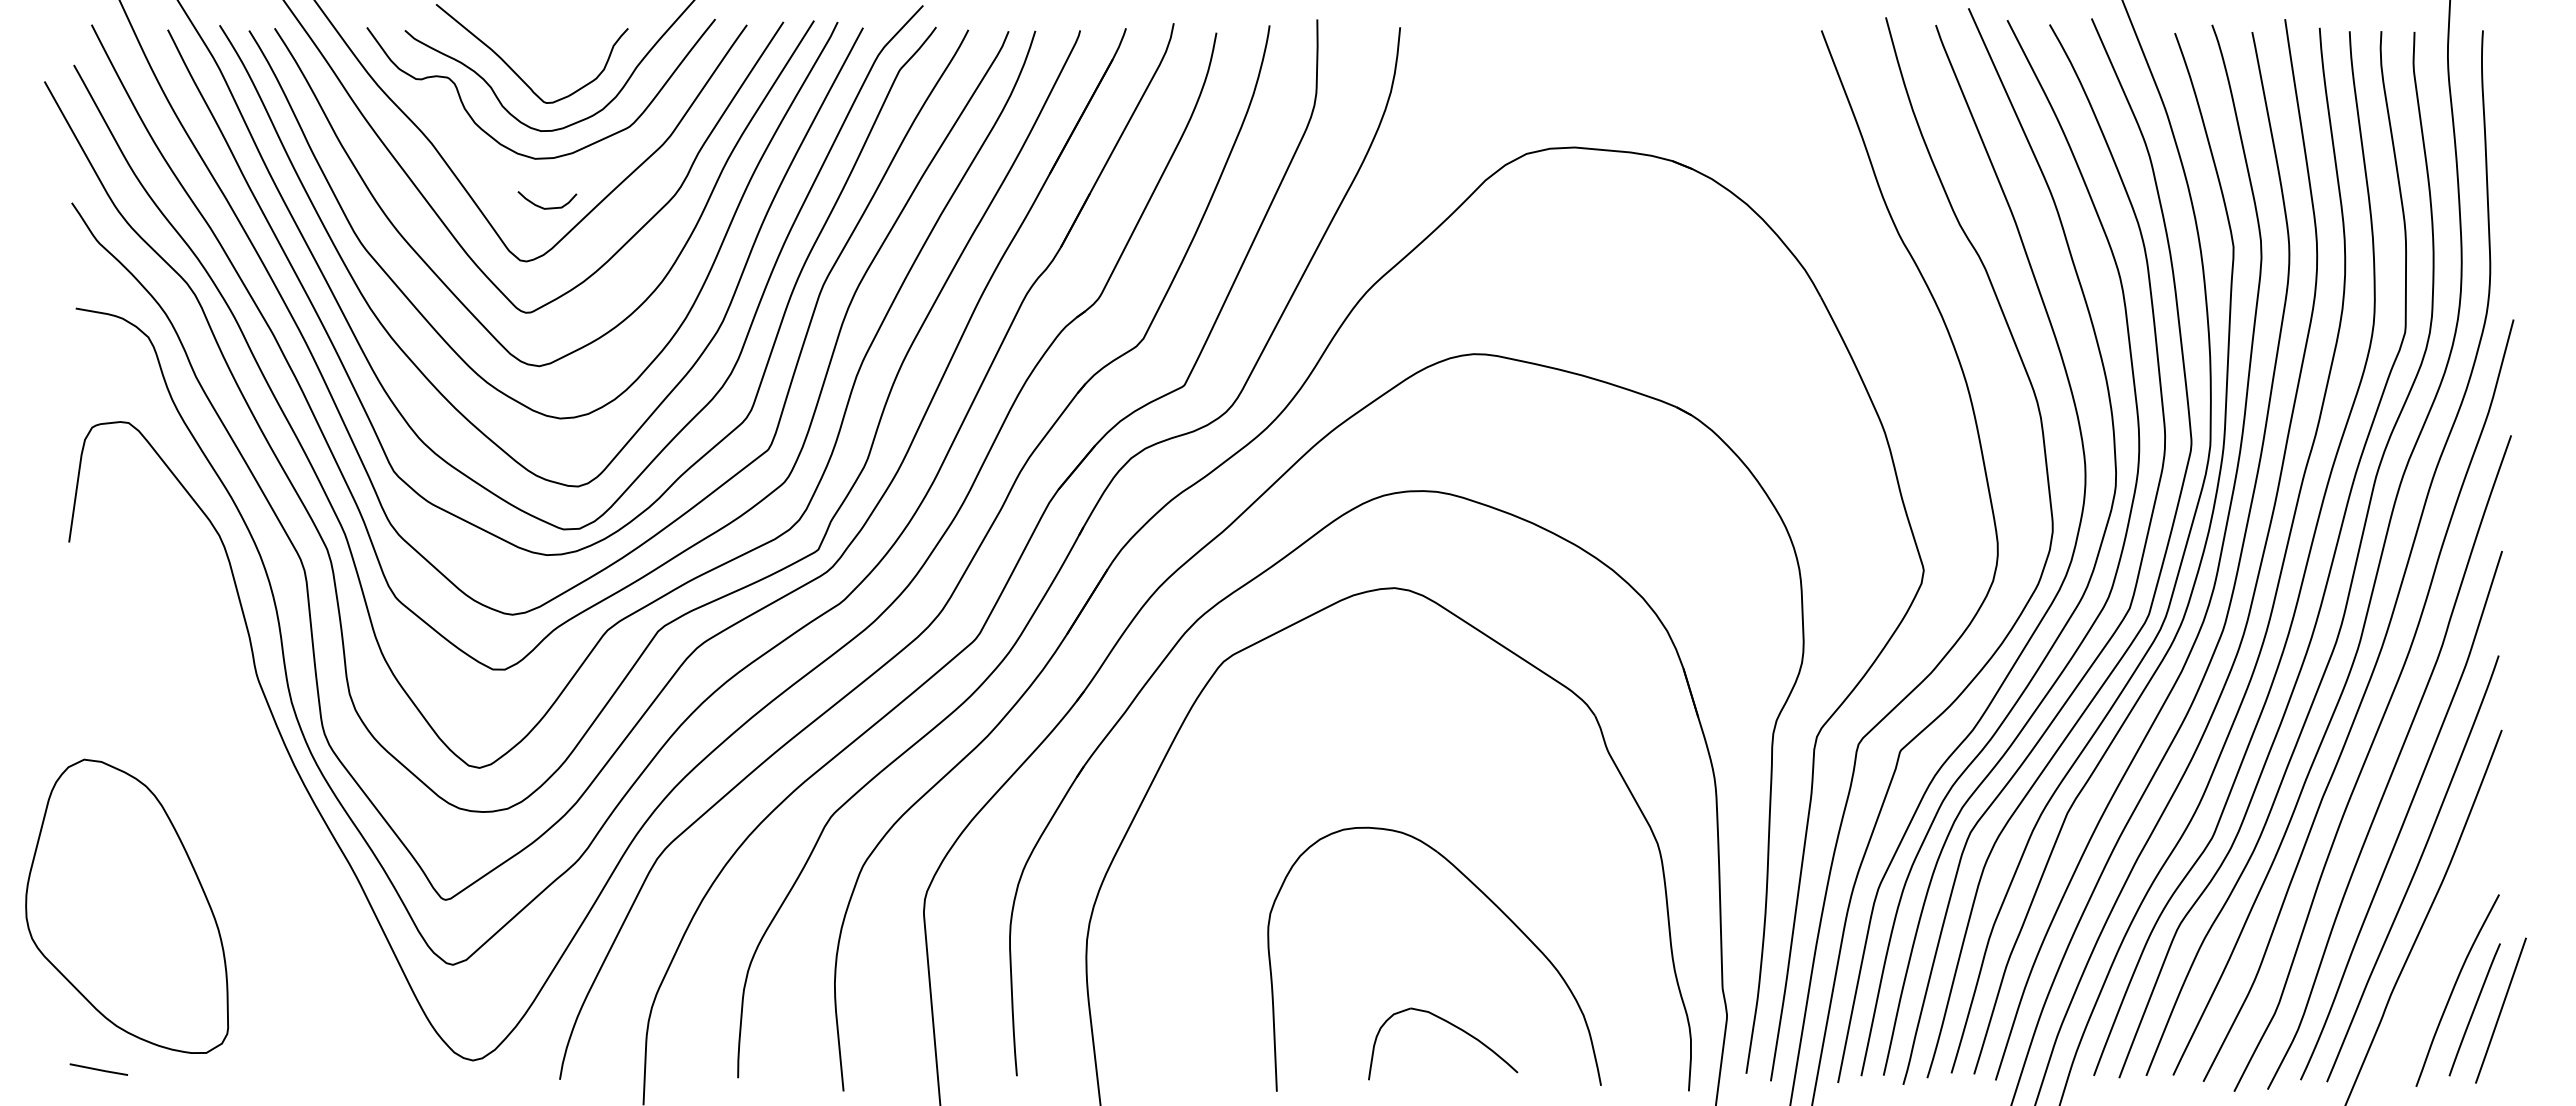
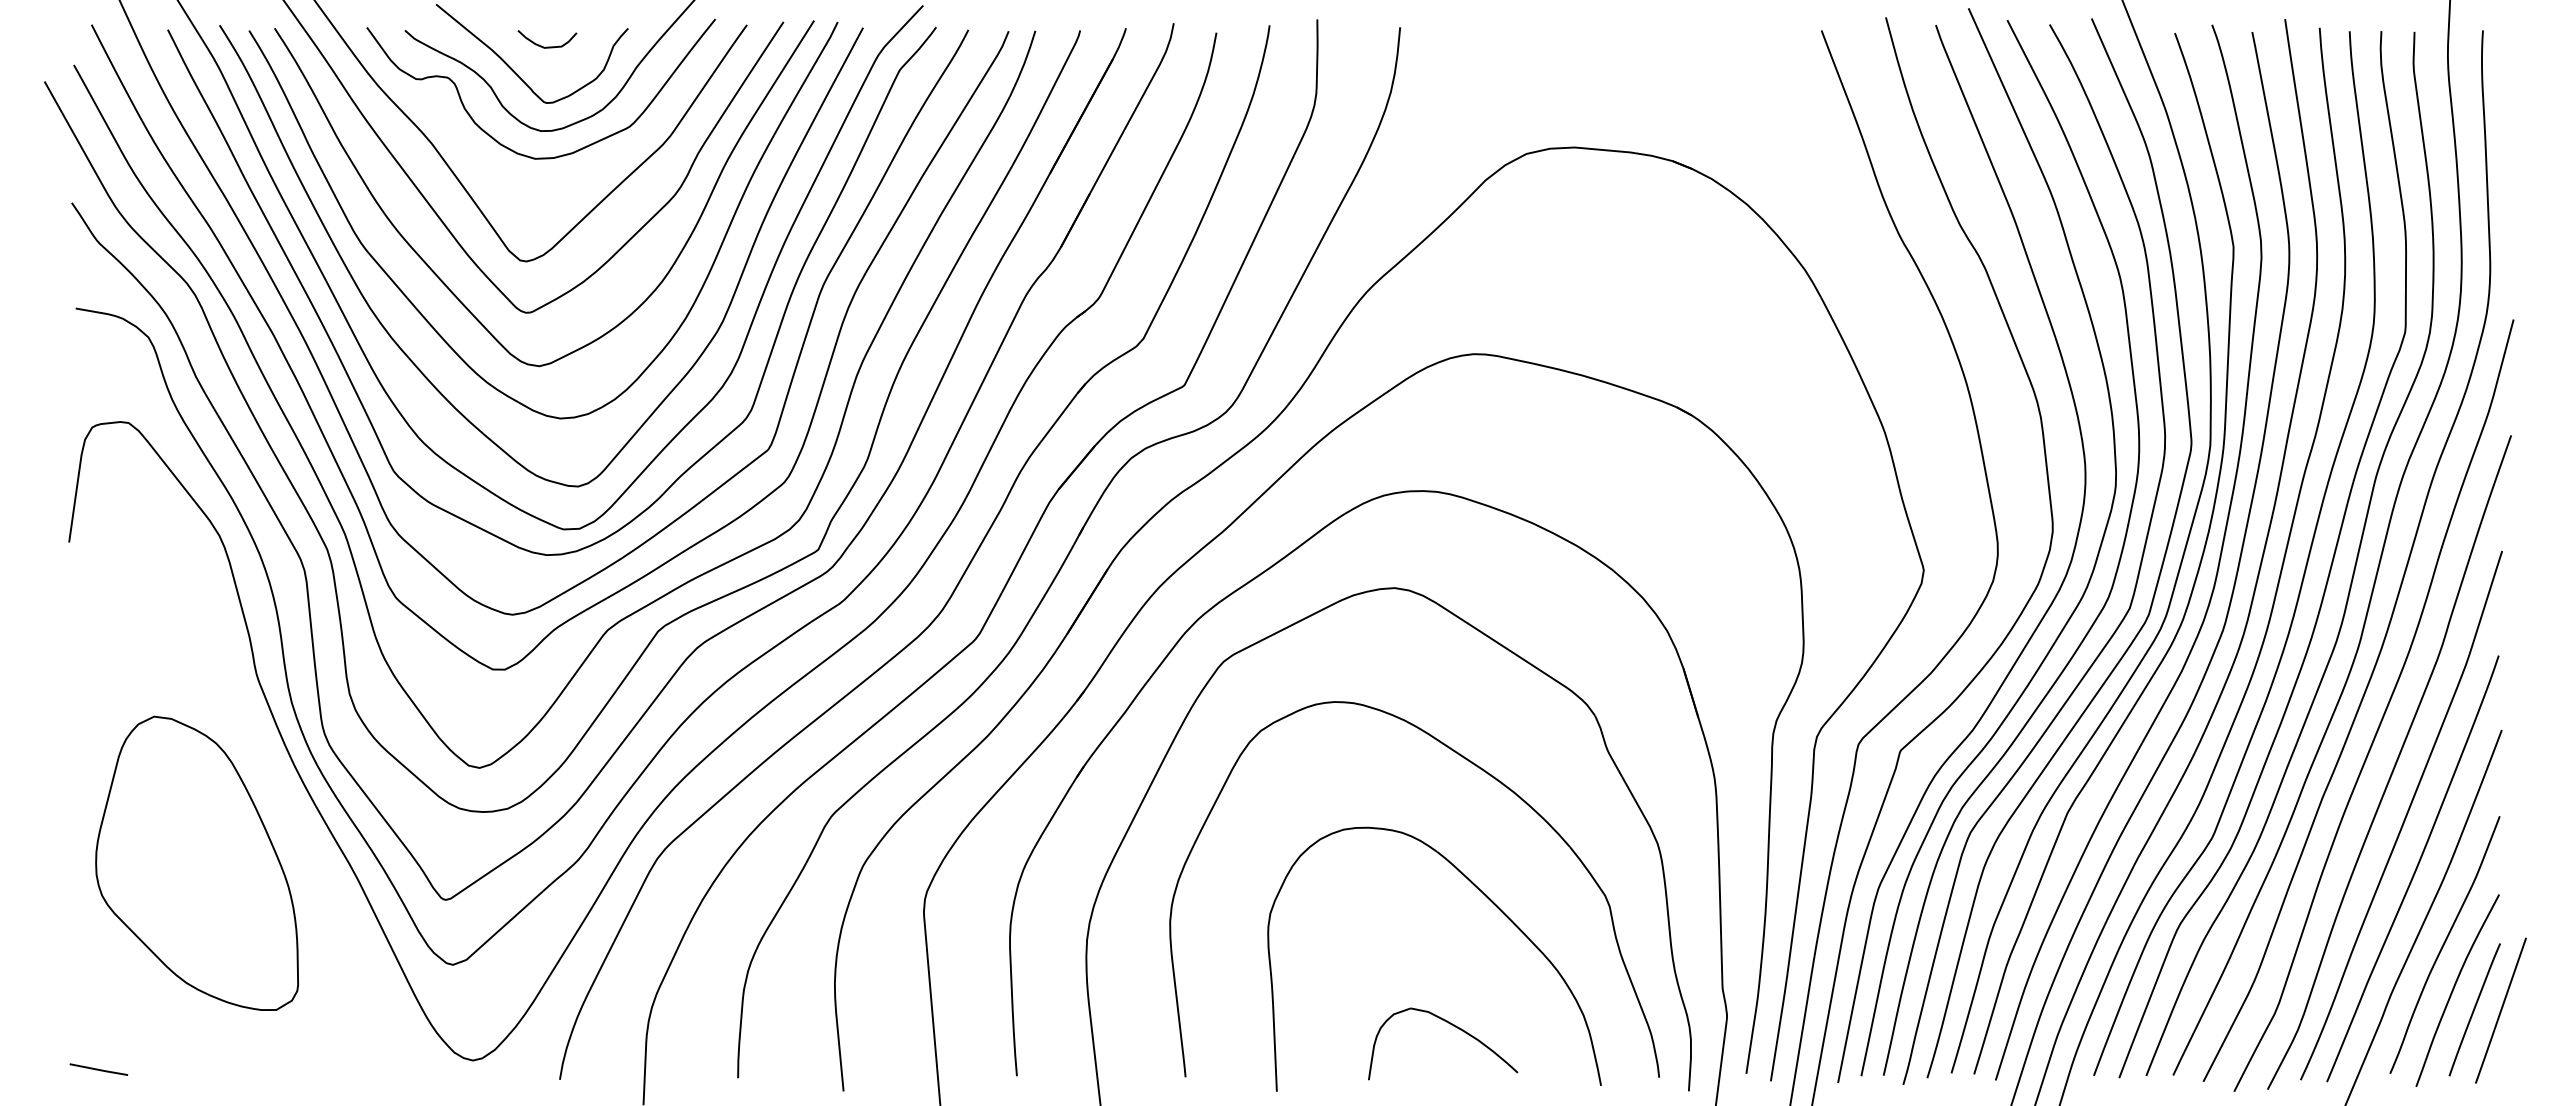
curve at (547, 207) position: (547, 207) -> (547, 46)
part at (1490, 776): none -> present
part at (126, 905) position: (126, 905) -> (196, 862)
curve at (2444, 944): none -> present
